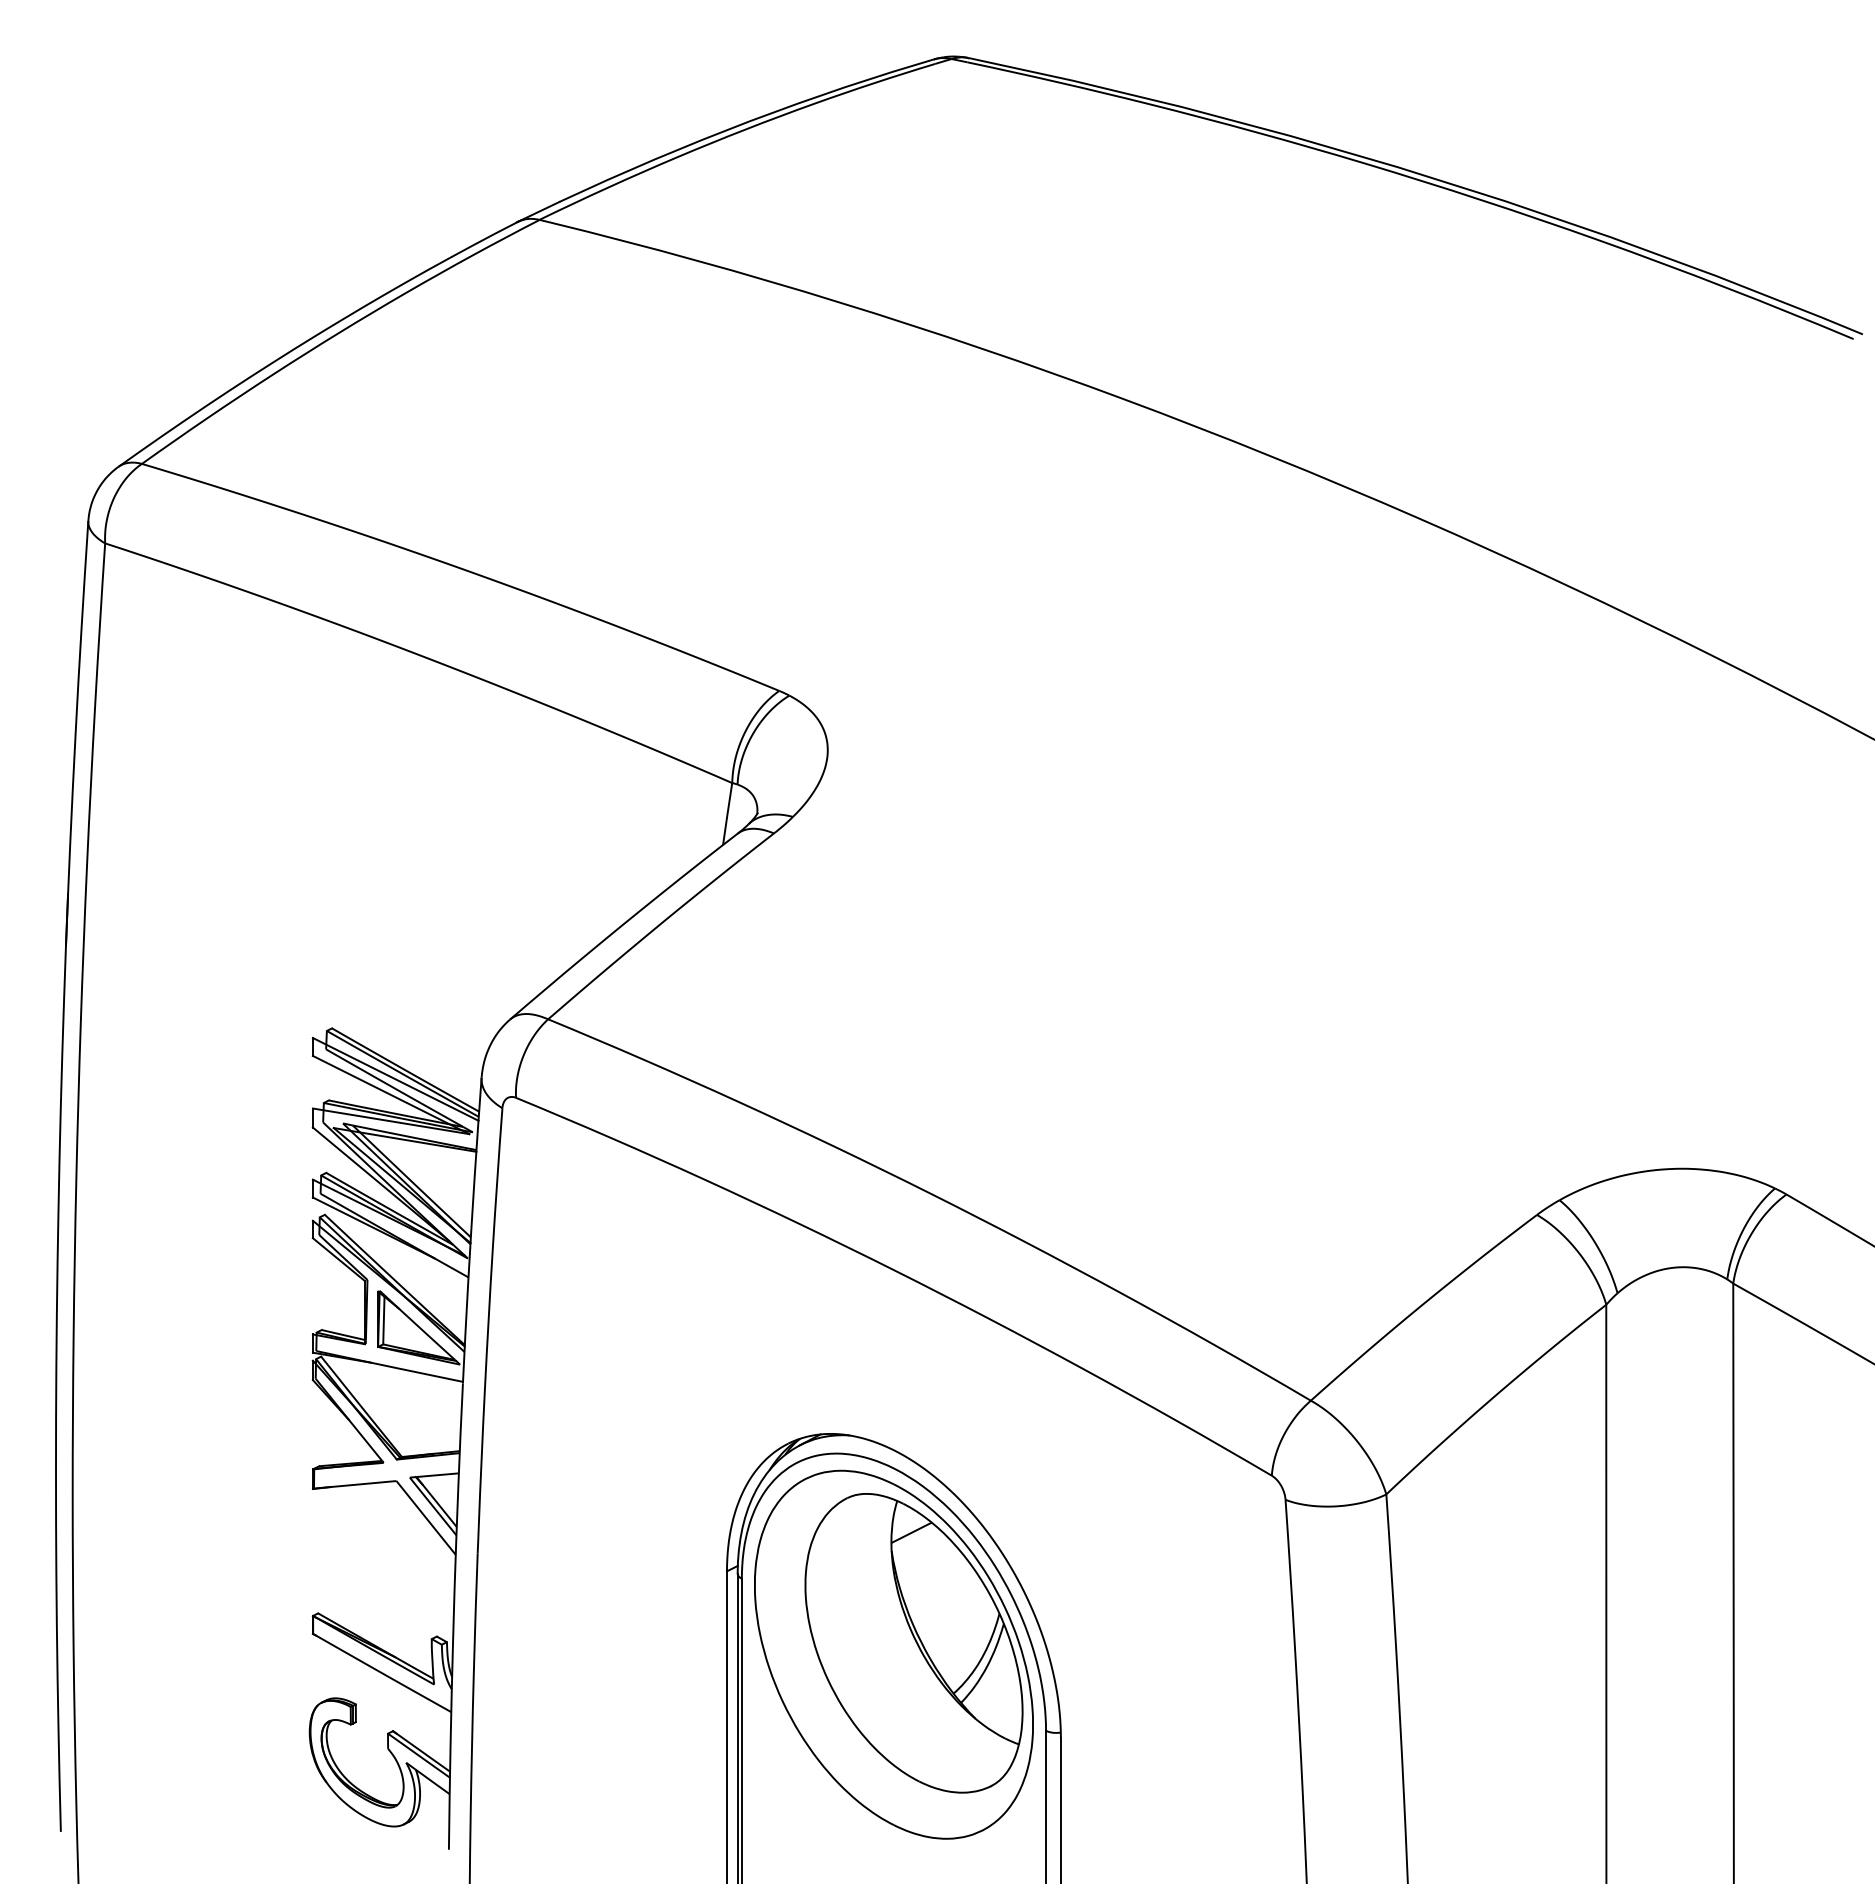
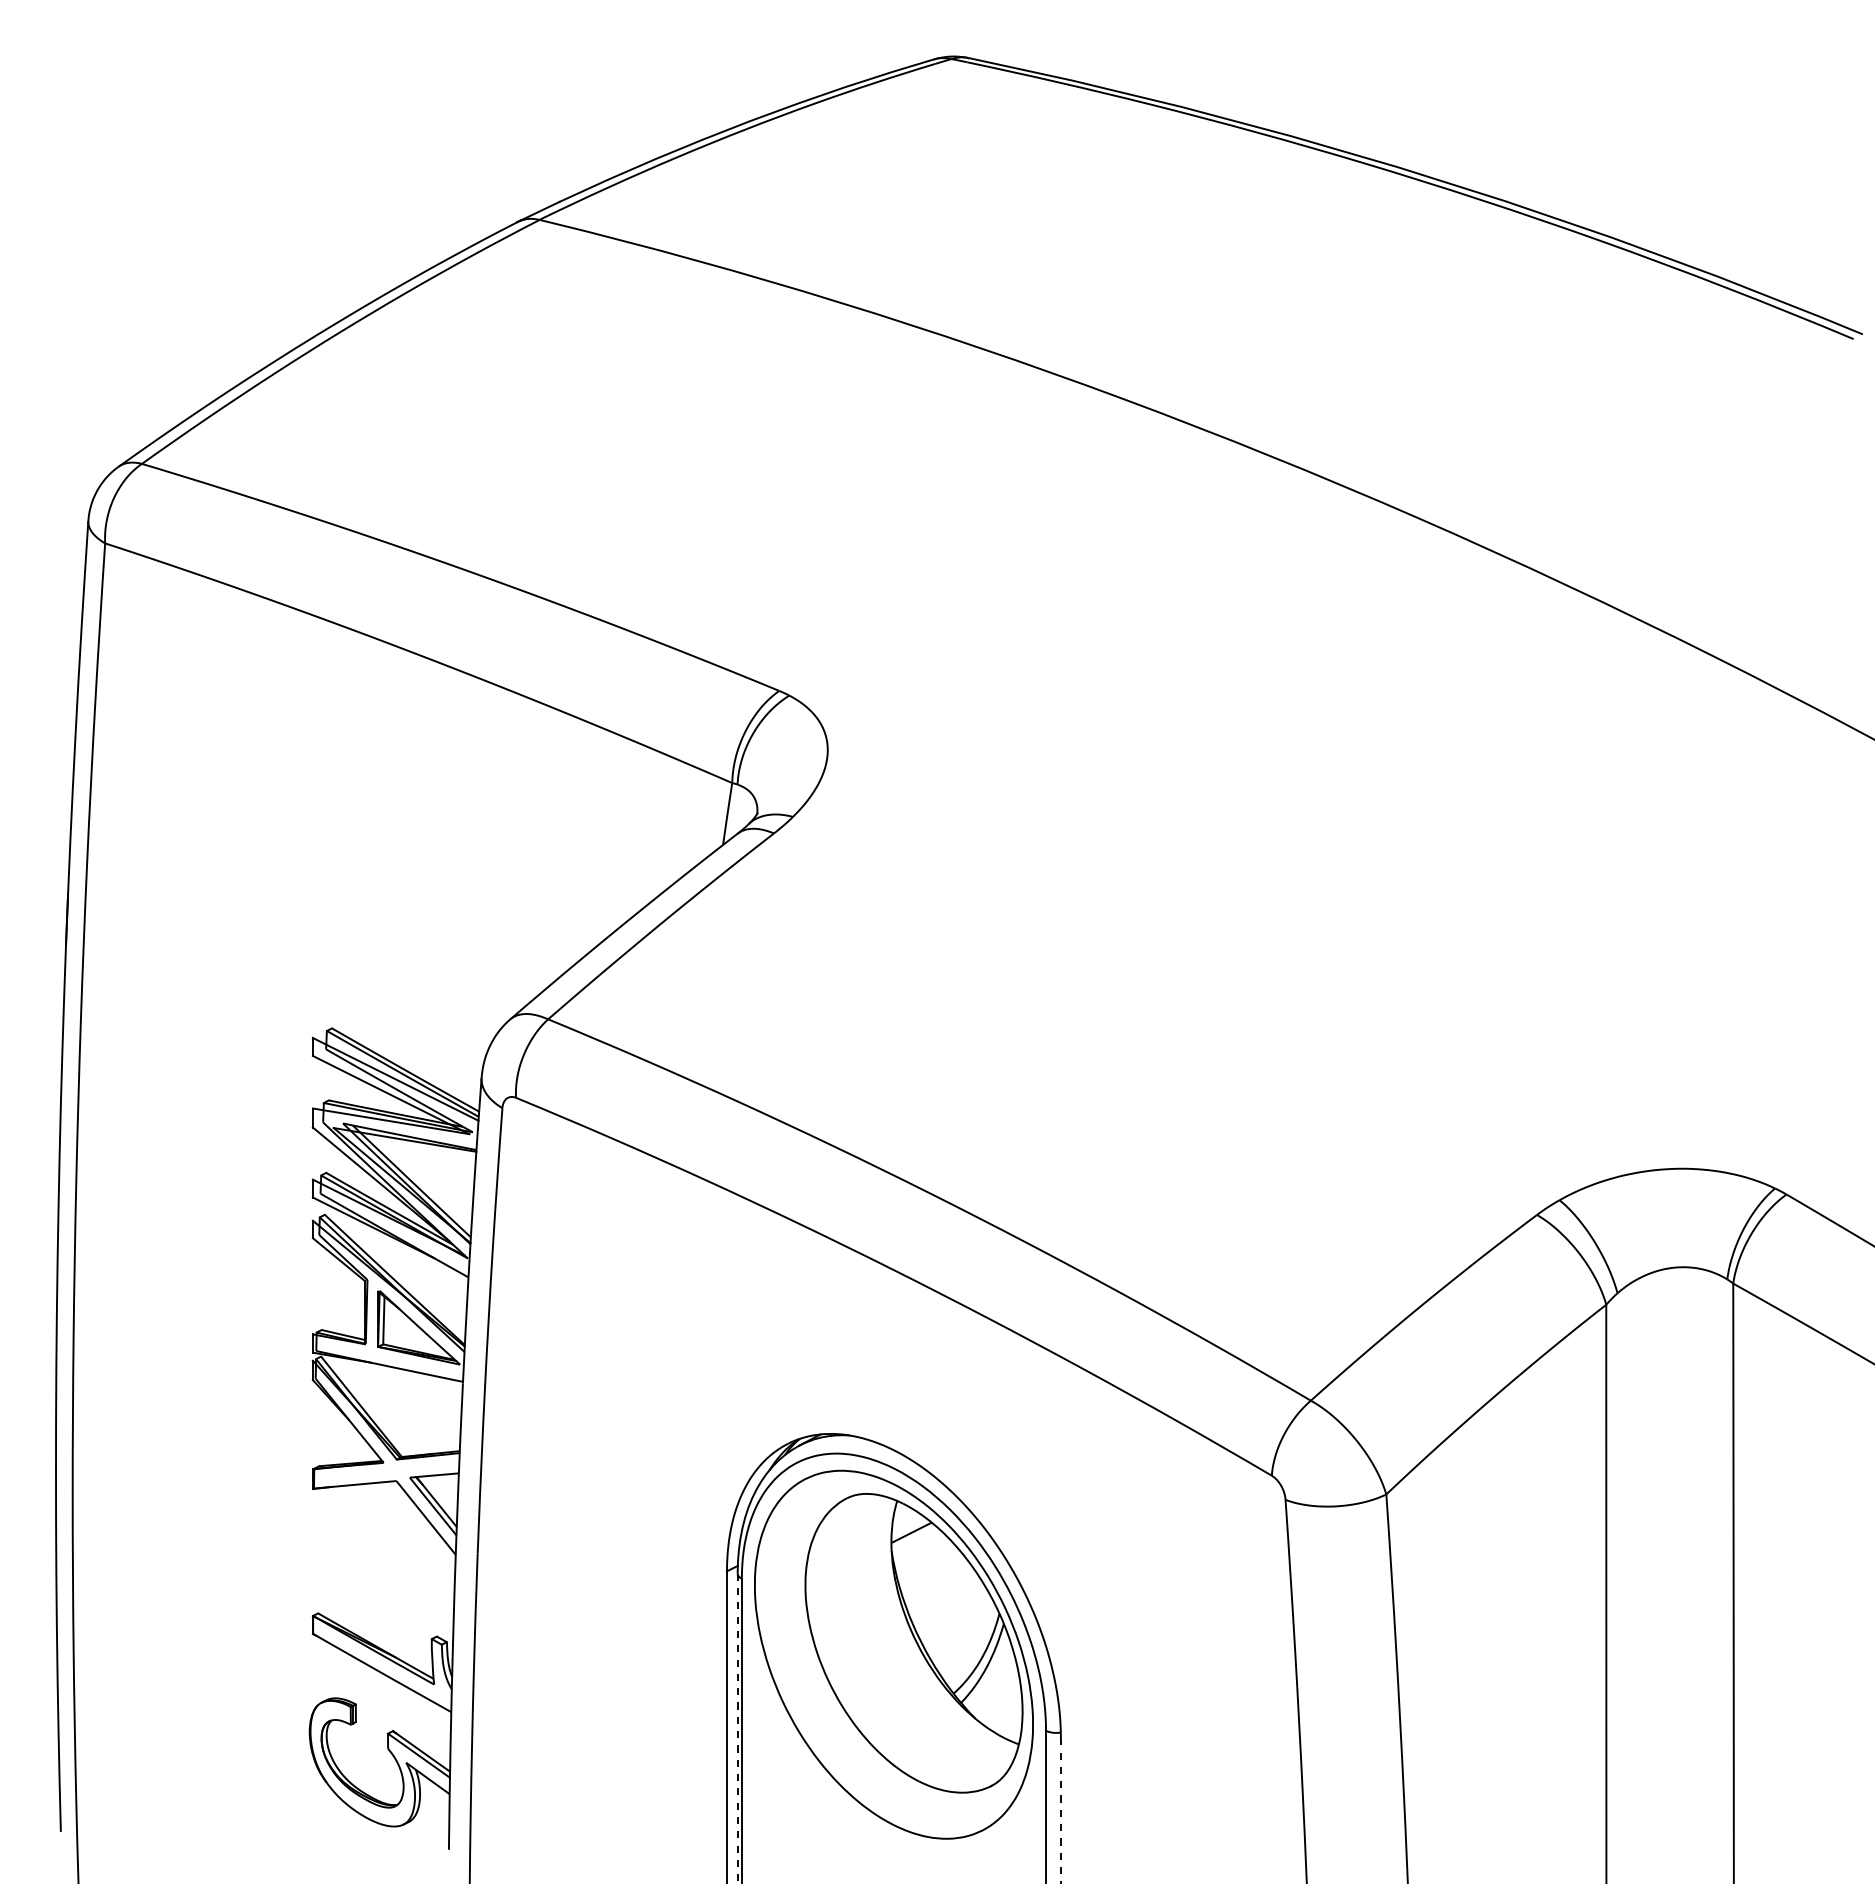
line at (737, 1728): solid -> dashed
line at (1060, 1811): solid -> dashed
